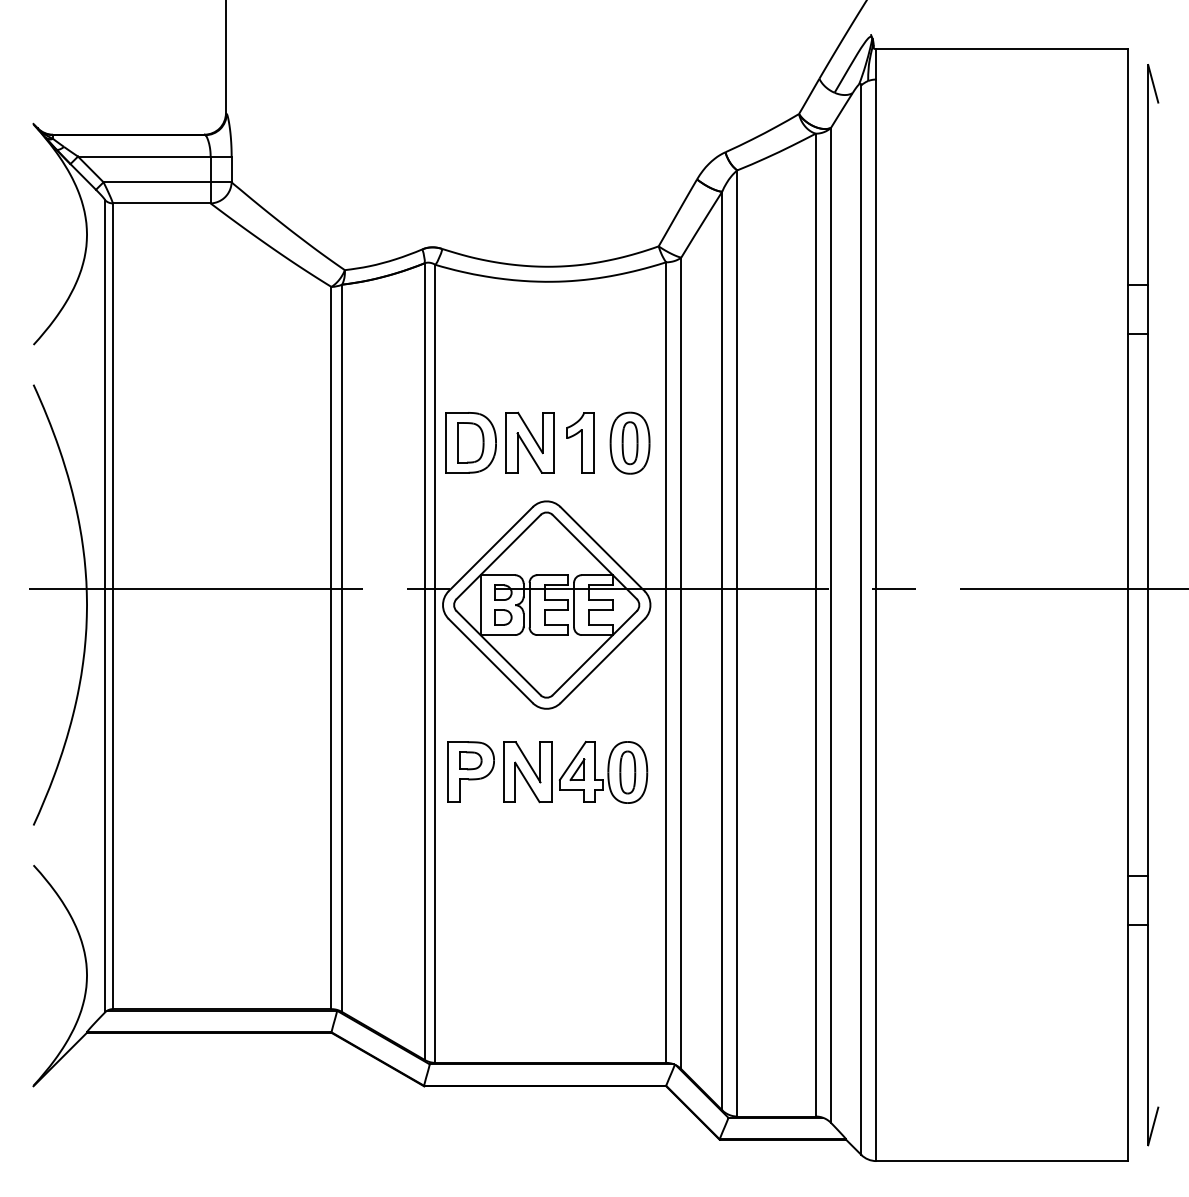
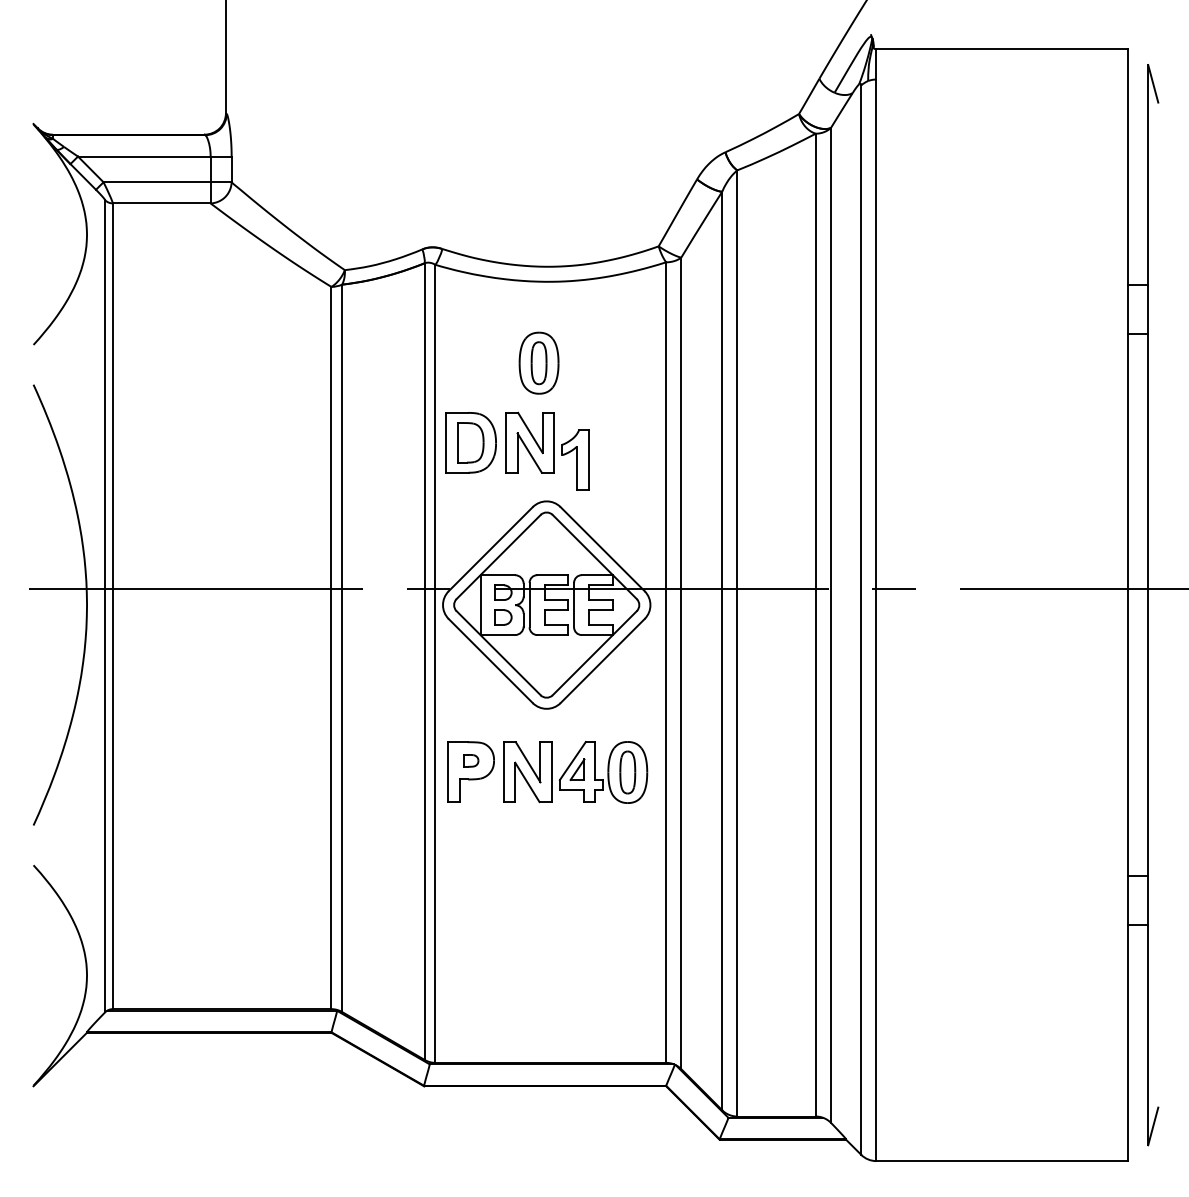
part at (580, 442) position: (580, 442) -> (575, 459)
part at (629, 442) position: (629, 442) -> (538, 362)
part at (470, 760) size: 24x20 px -> 17x14 px
